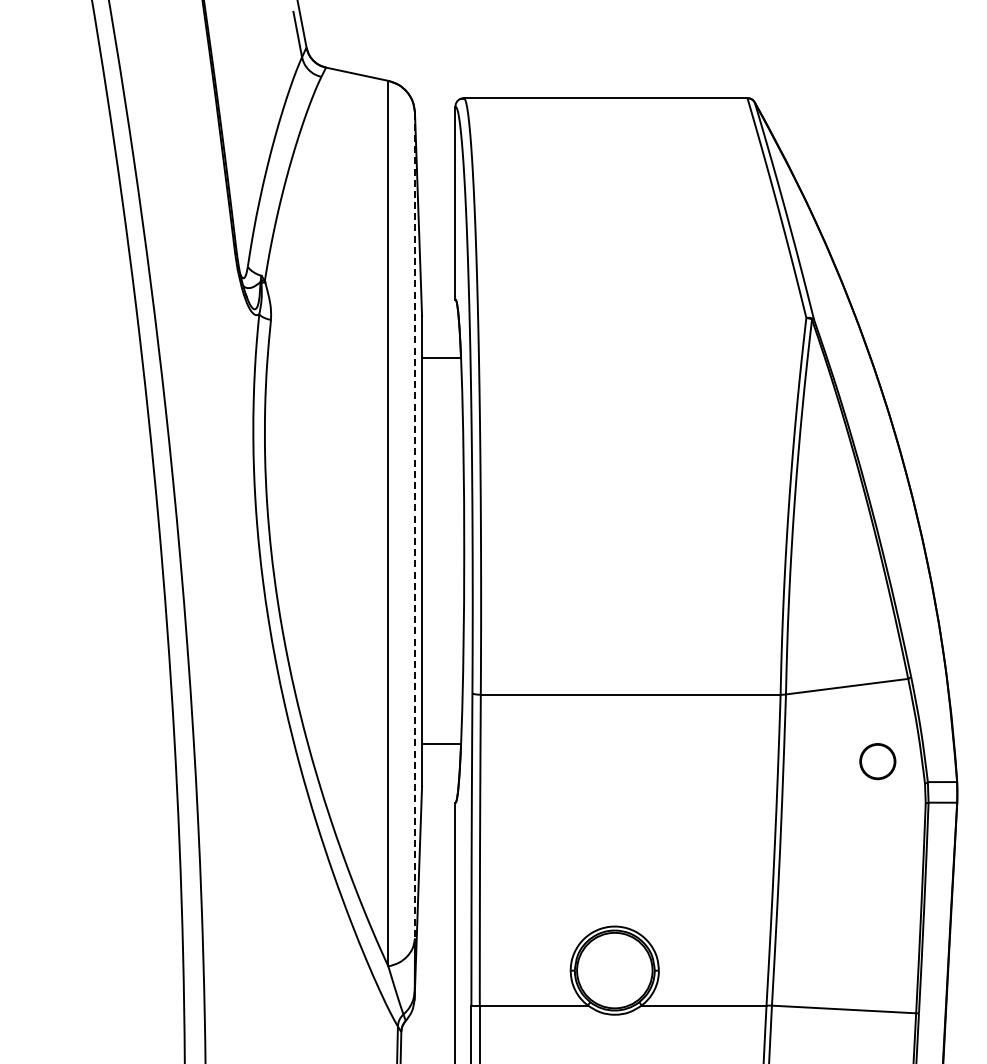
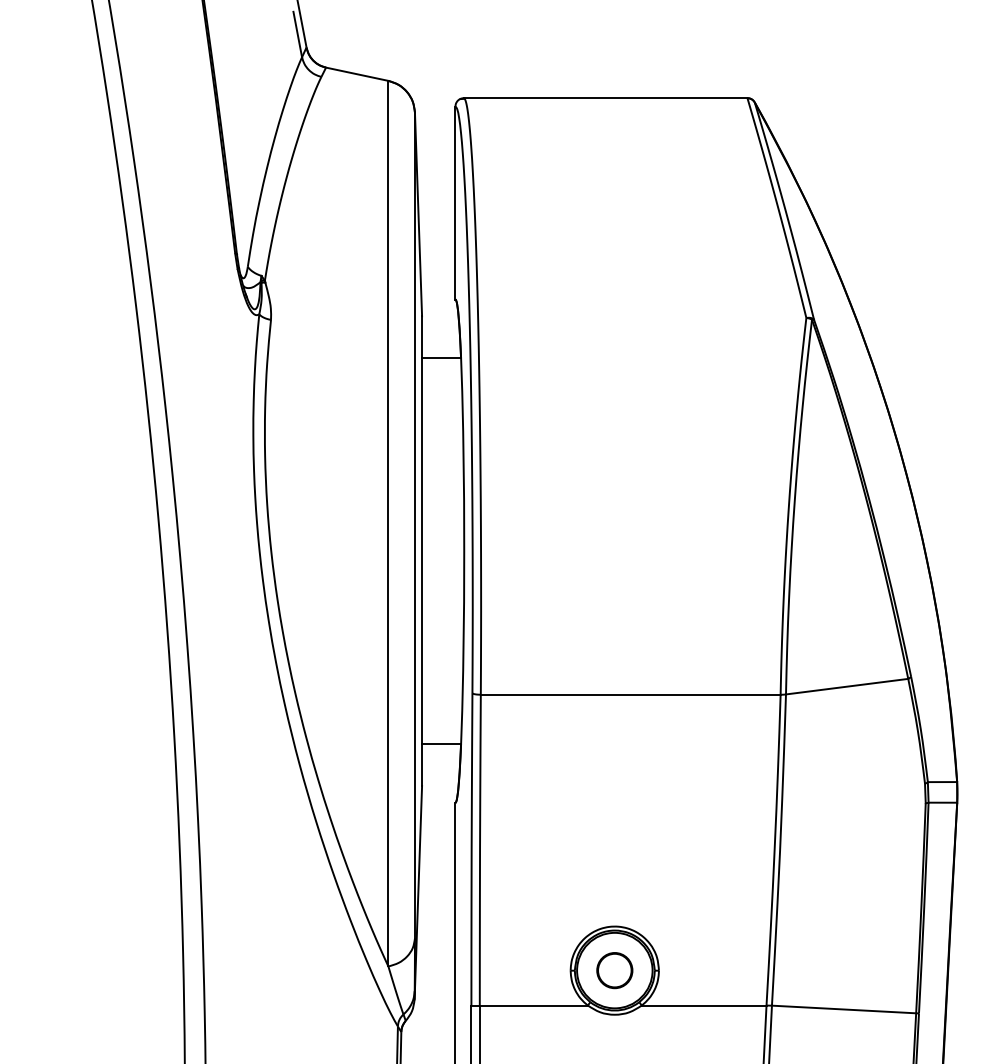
line at (414, 525): dashed -> solid
circle at (877, 761) position: (877, 761) -> (614, 970)
